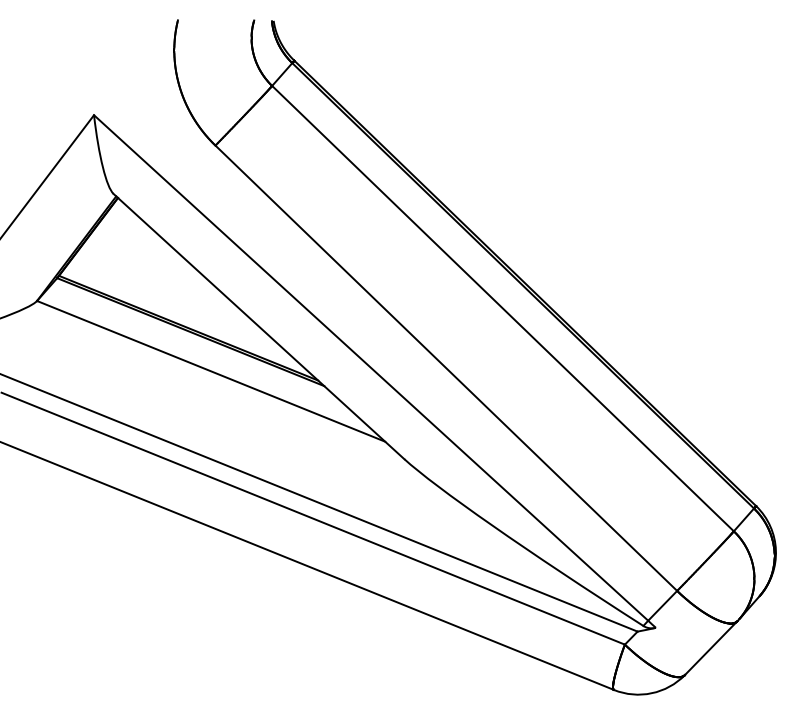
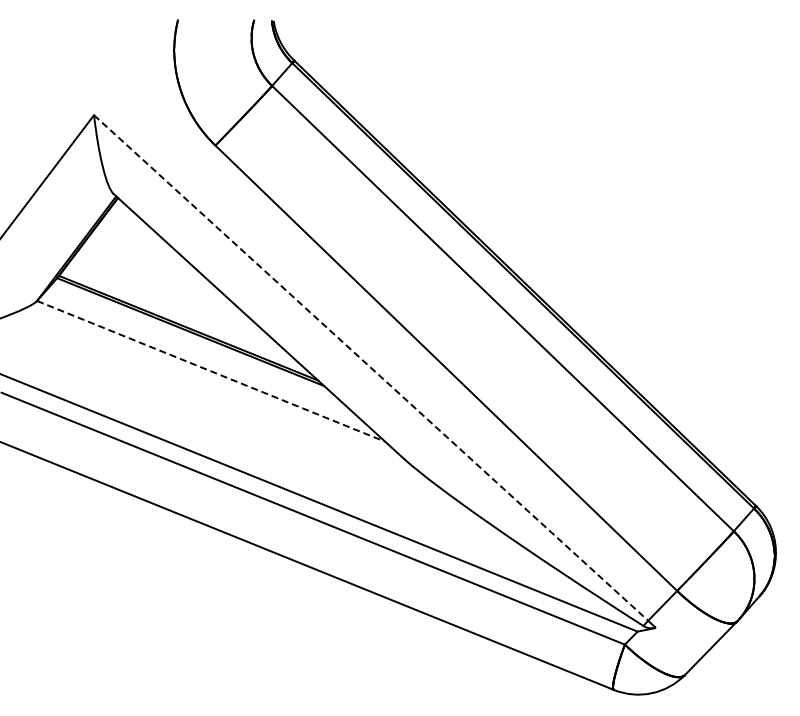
line at (371, 368): solid -> dashed
line at (211, 371): solid -> dashed
